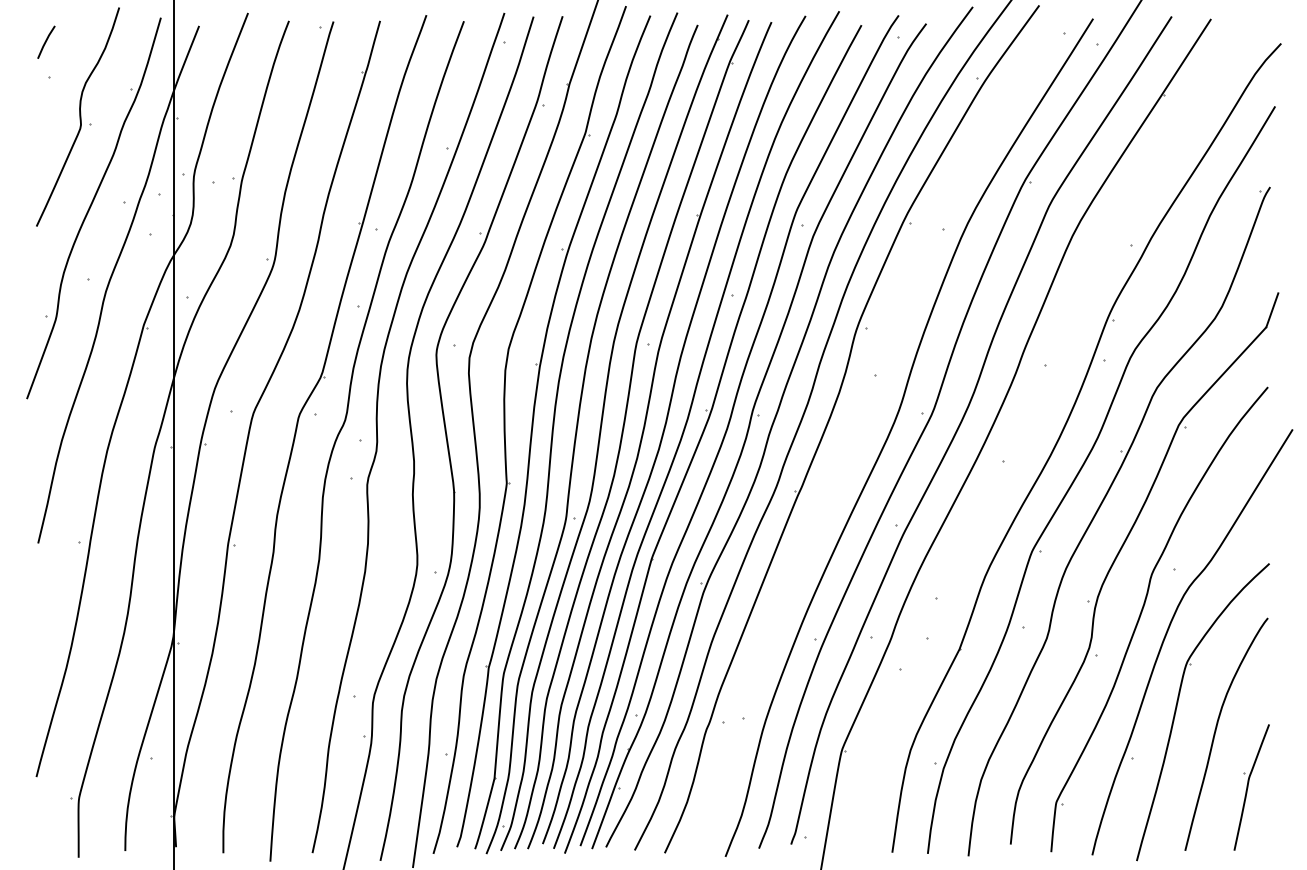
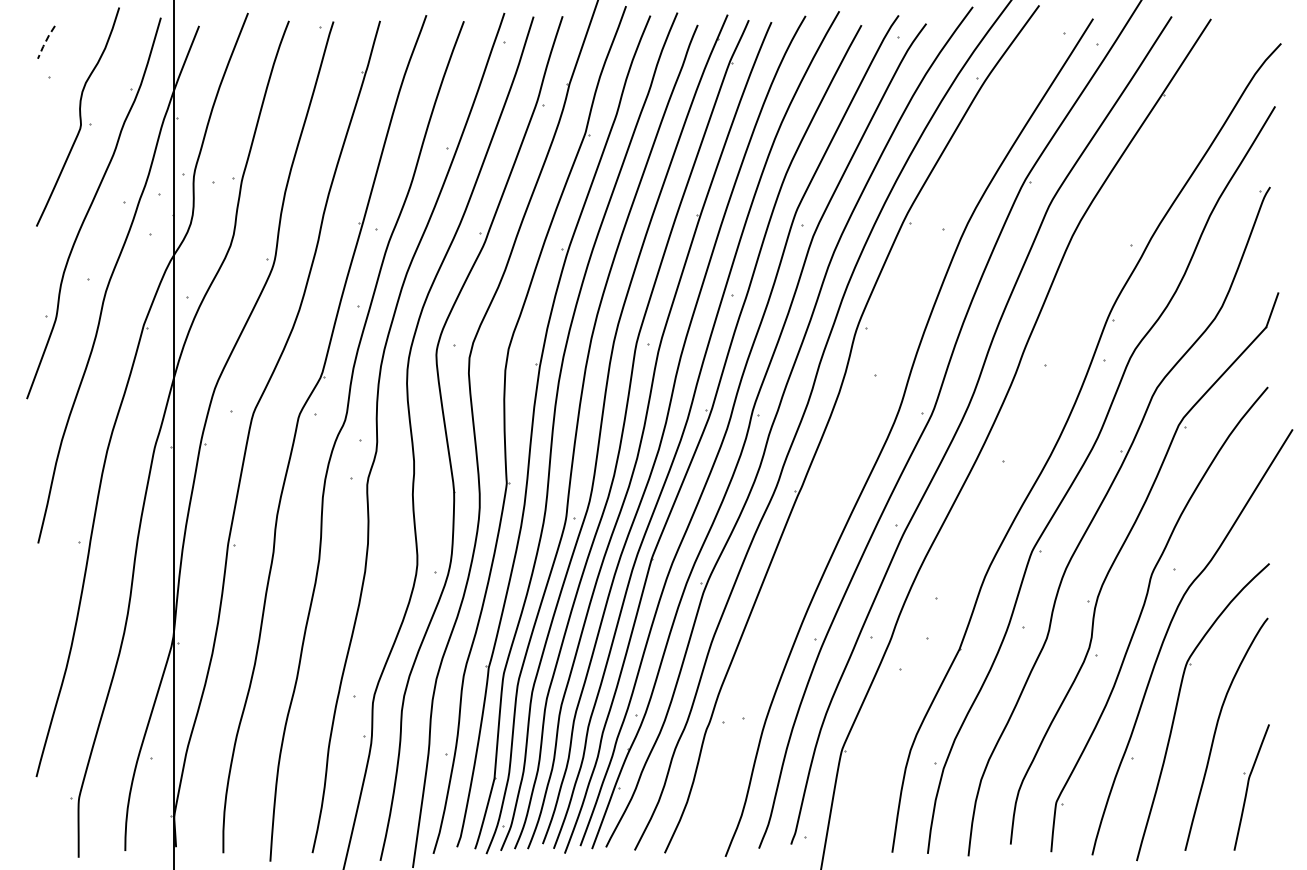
line at (45, 42): solid -> dashed
